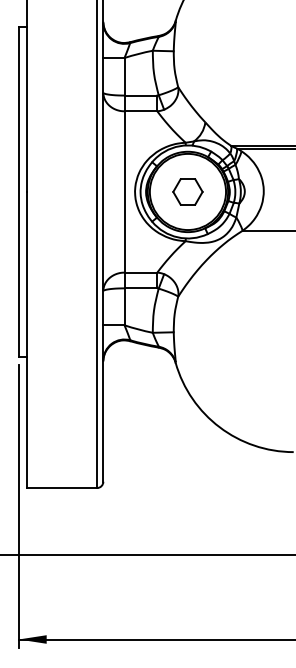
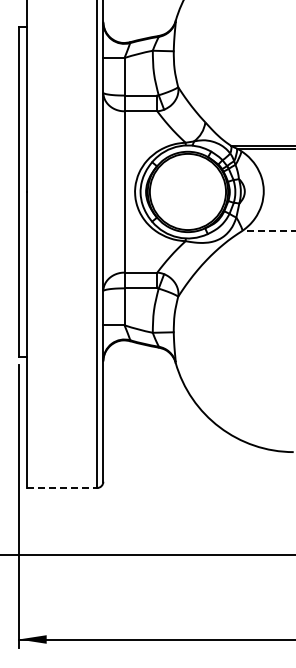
part at (187, 191): present -> none
line at (268, 230): solid -> dashed
line at (62, 488): solid -> dashed
